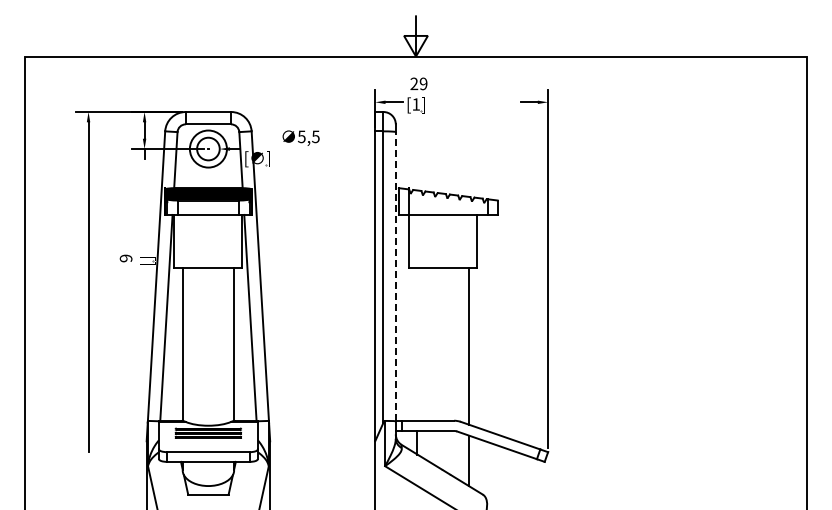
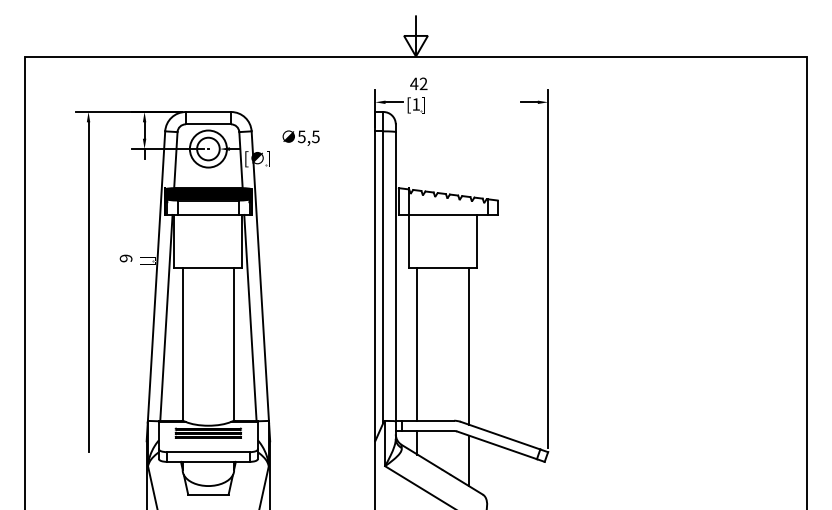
text at (418, 83): 29 -> 42
line at (395, 276): dashed -> solid
line at (417, 344): none -> present
